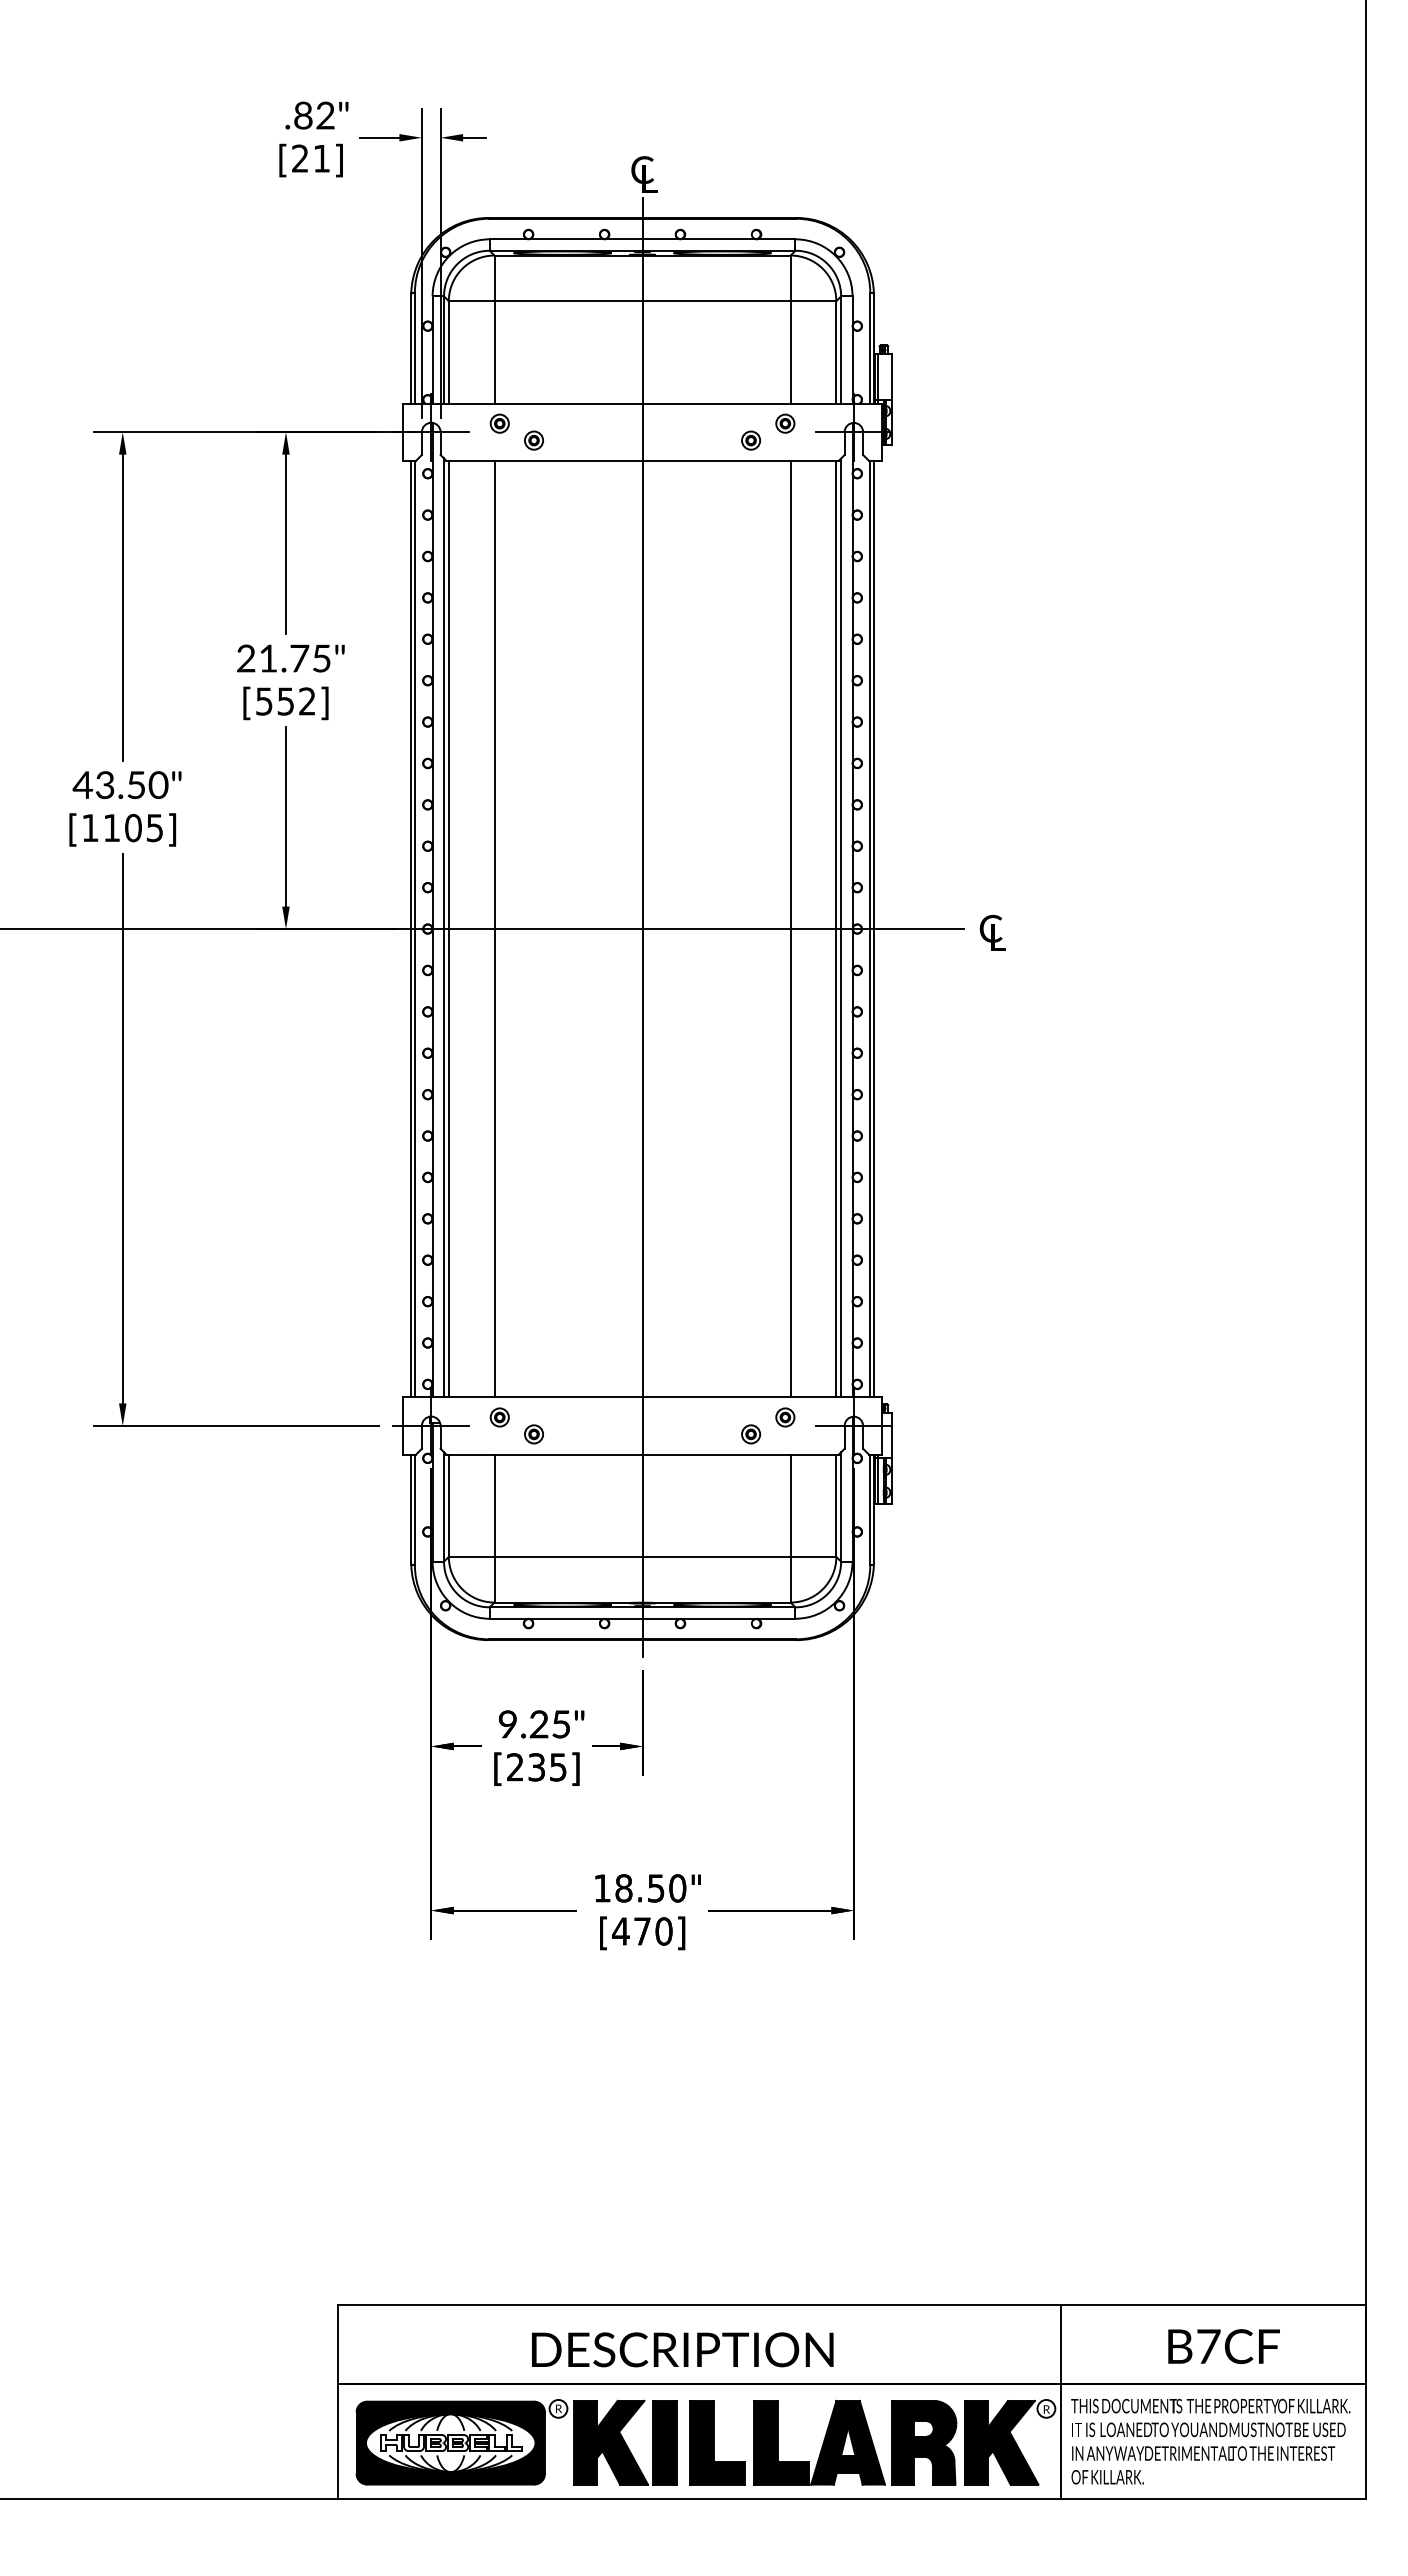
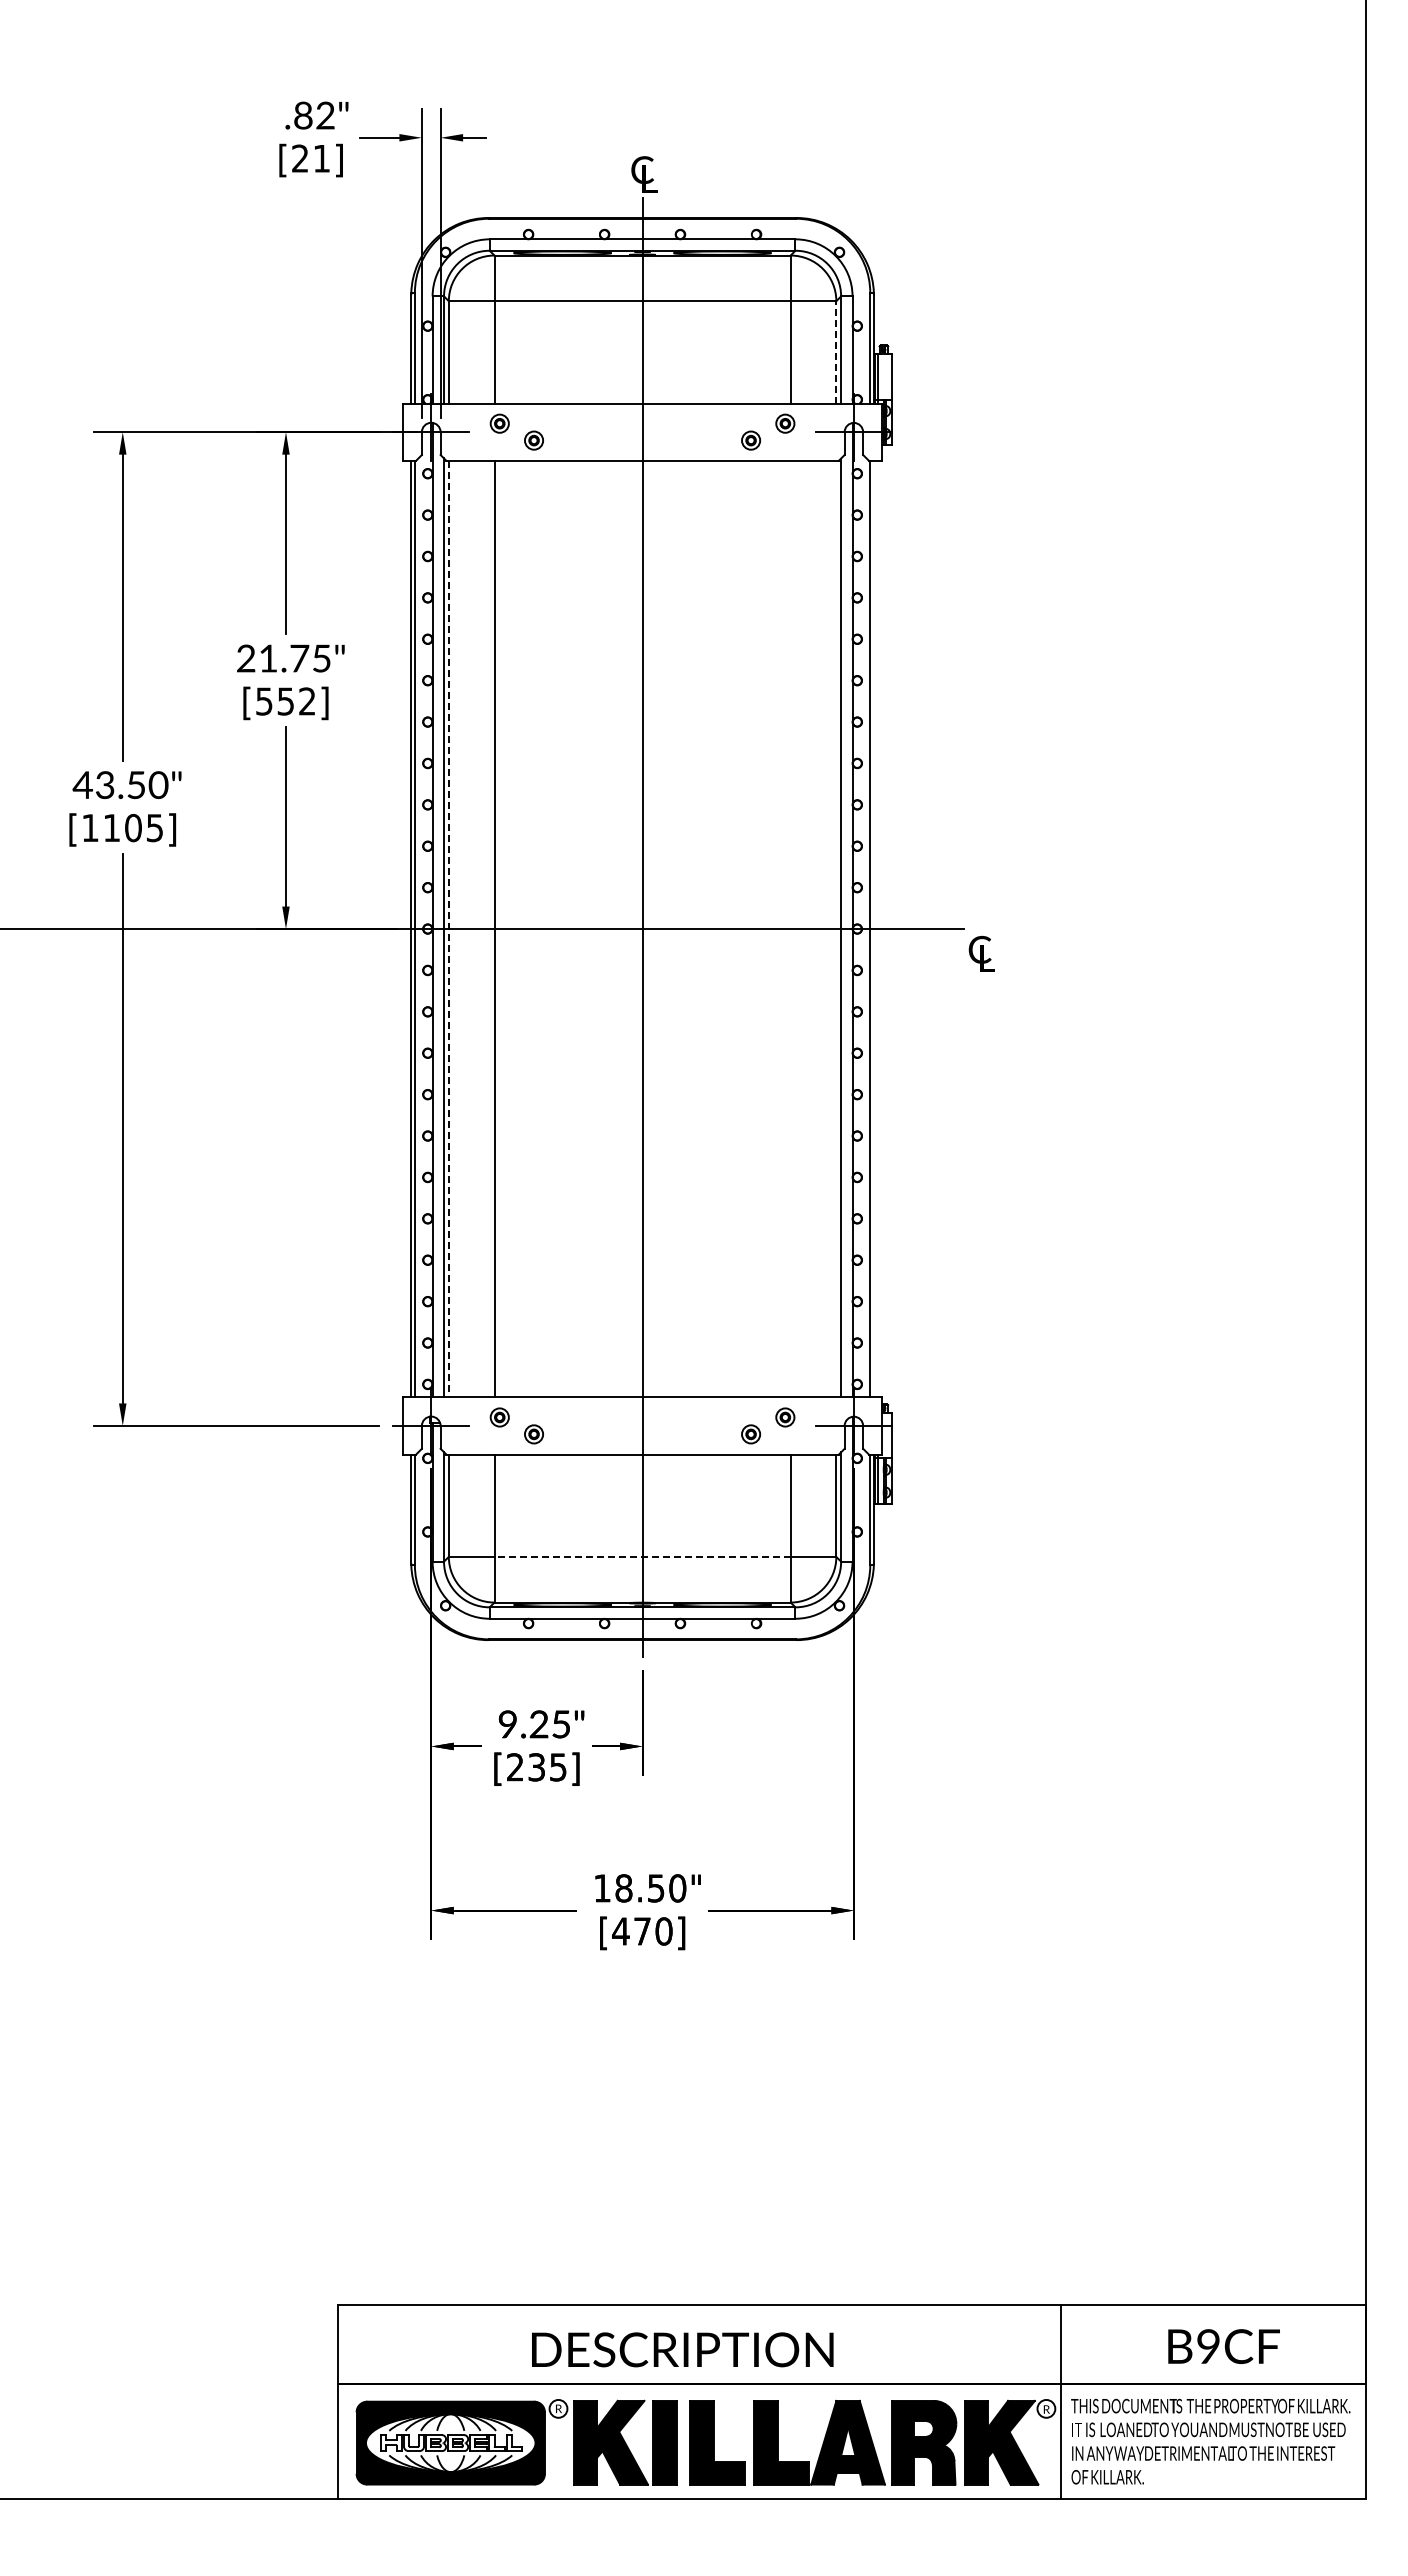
line at (836, 351): solid -> dashed
line at (790, 928): present -> none
line at (836, 928): present -> none
line at (873, 928): present -> none
line at (448, 929): solid -> dashed
text at (992, 932) position: (992, 932) -> (981, 953)
line at (642, 1556): solid -> dashed
text at (1208, 2346): B7CF -> B9CF
